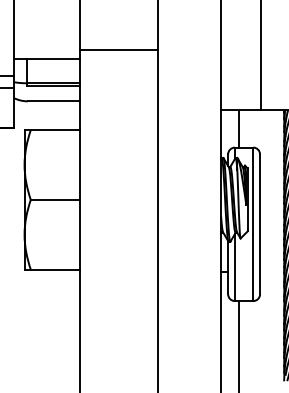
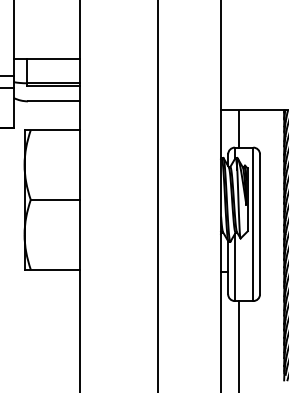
line at (119, 50): present -> none
line at (260, 56): present -> none
